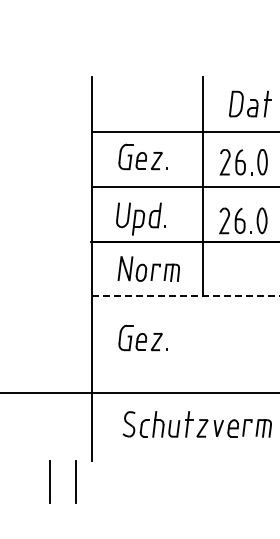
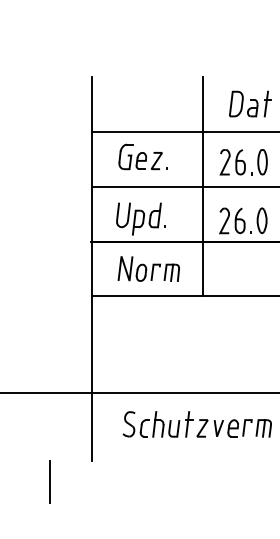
line at (185, 296): dashed -> solid
part at (142, 337): present -> none
line at (75, 481): present -> none
